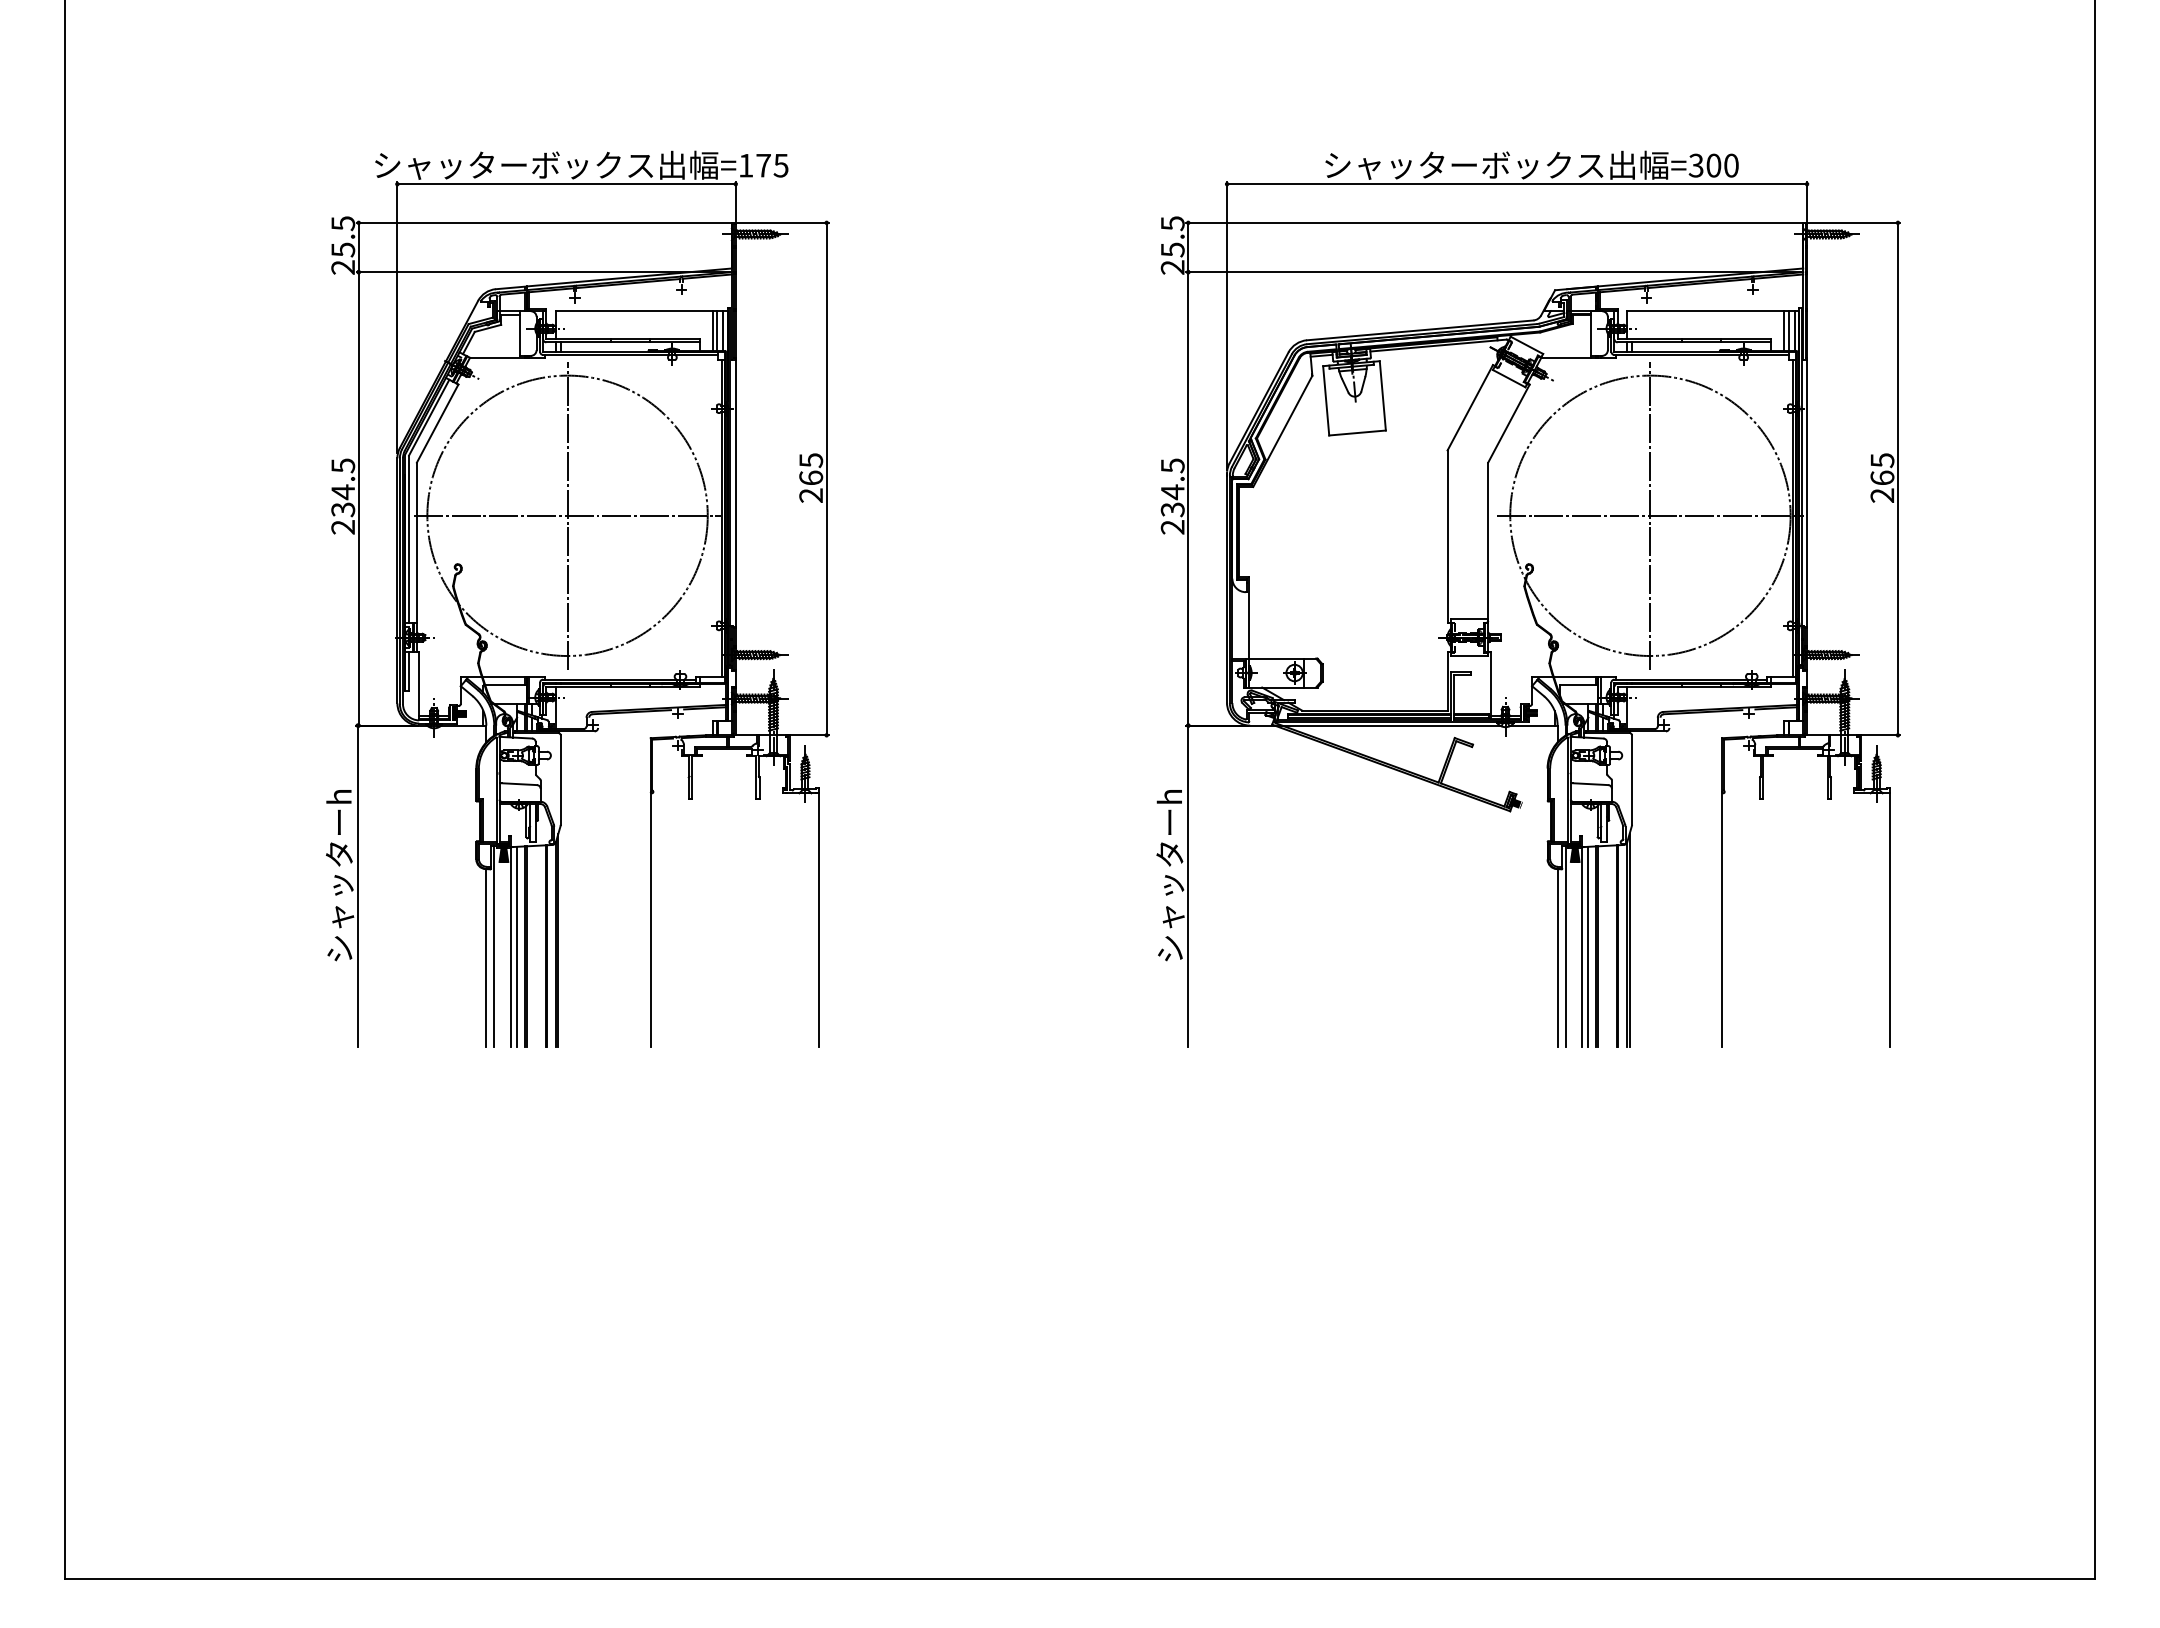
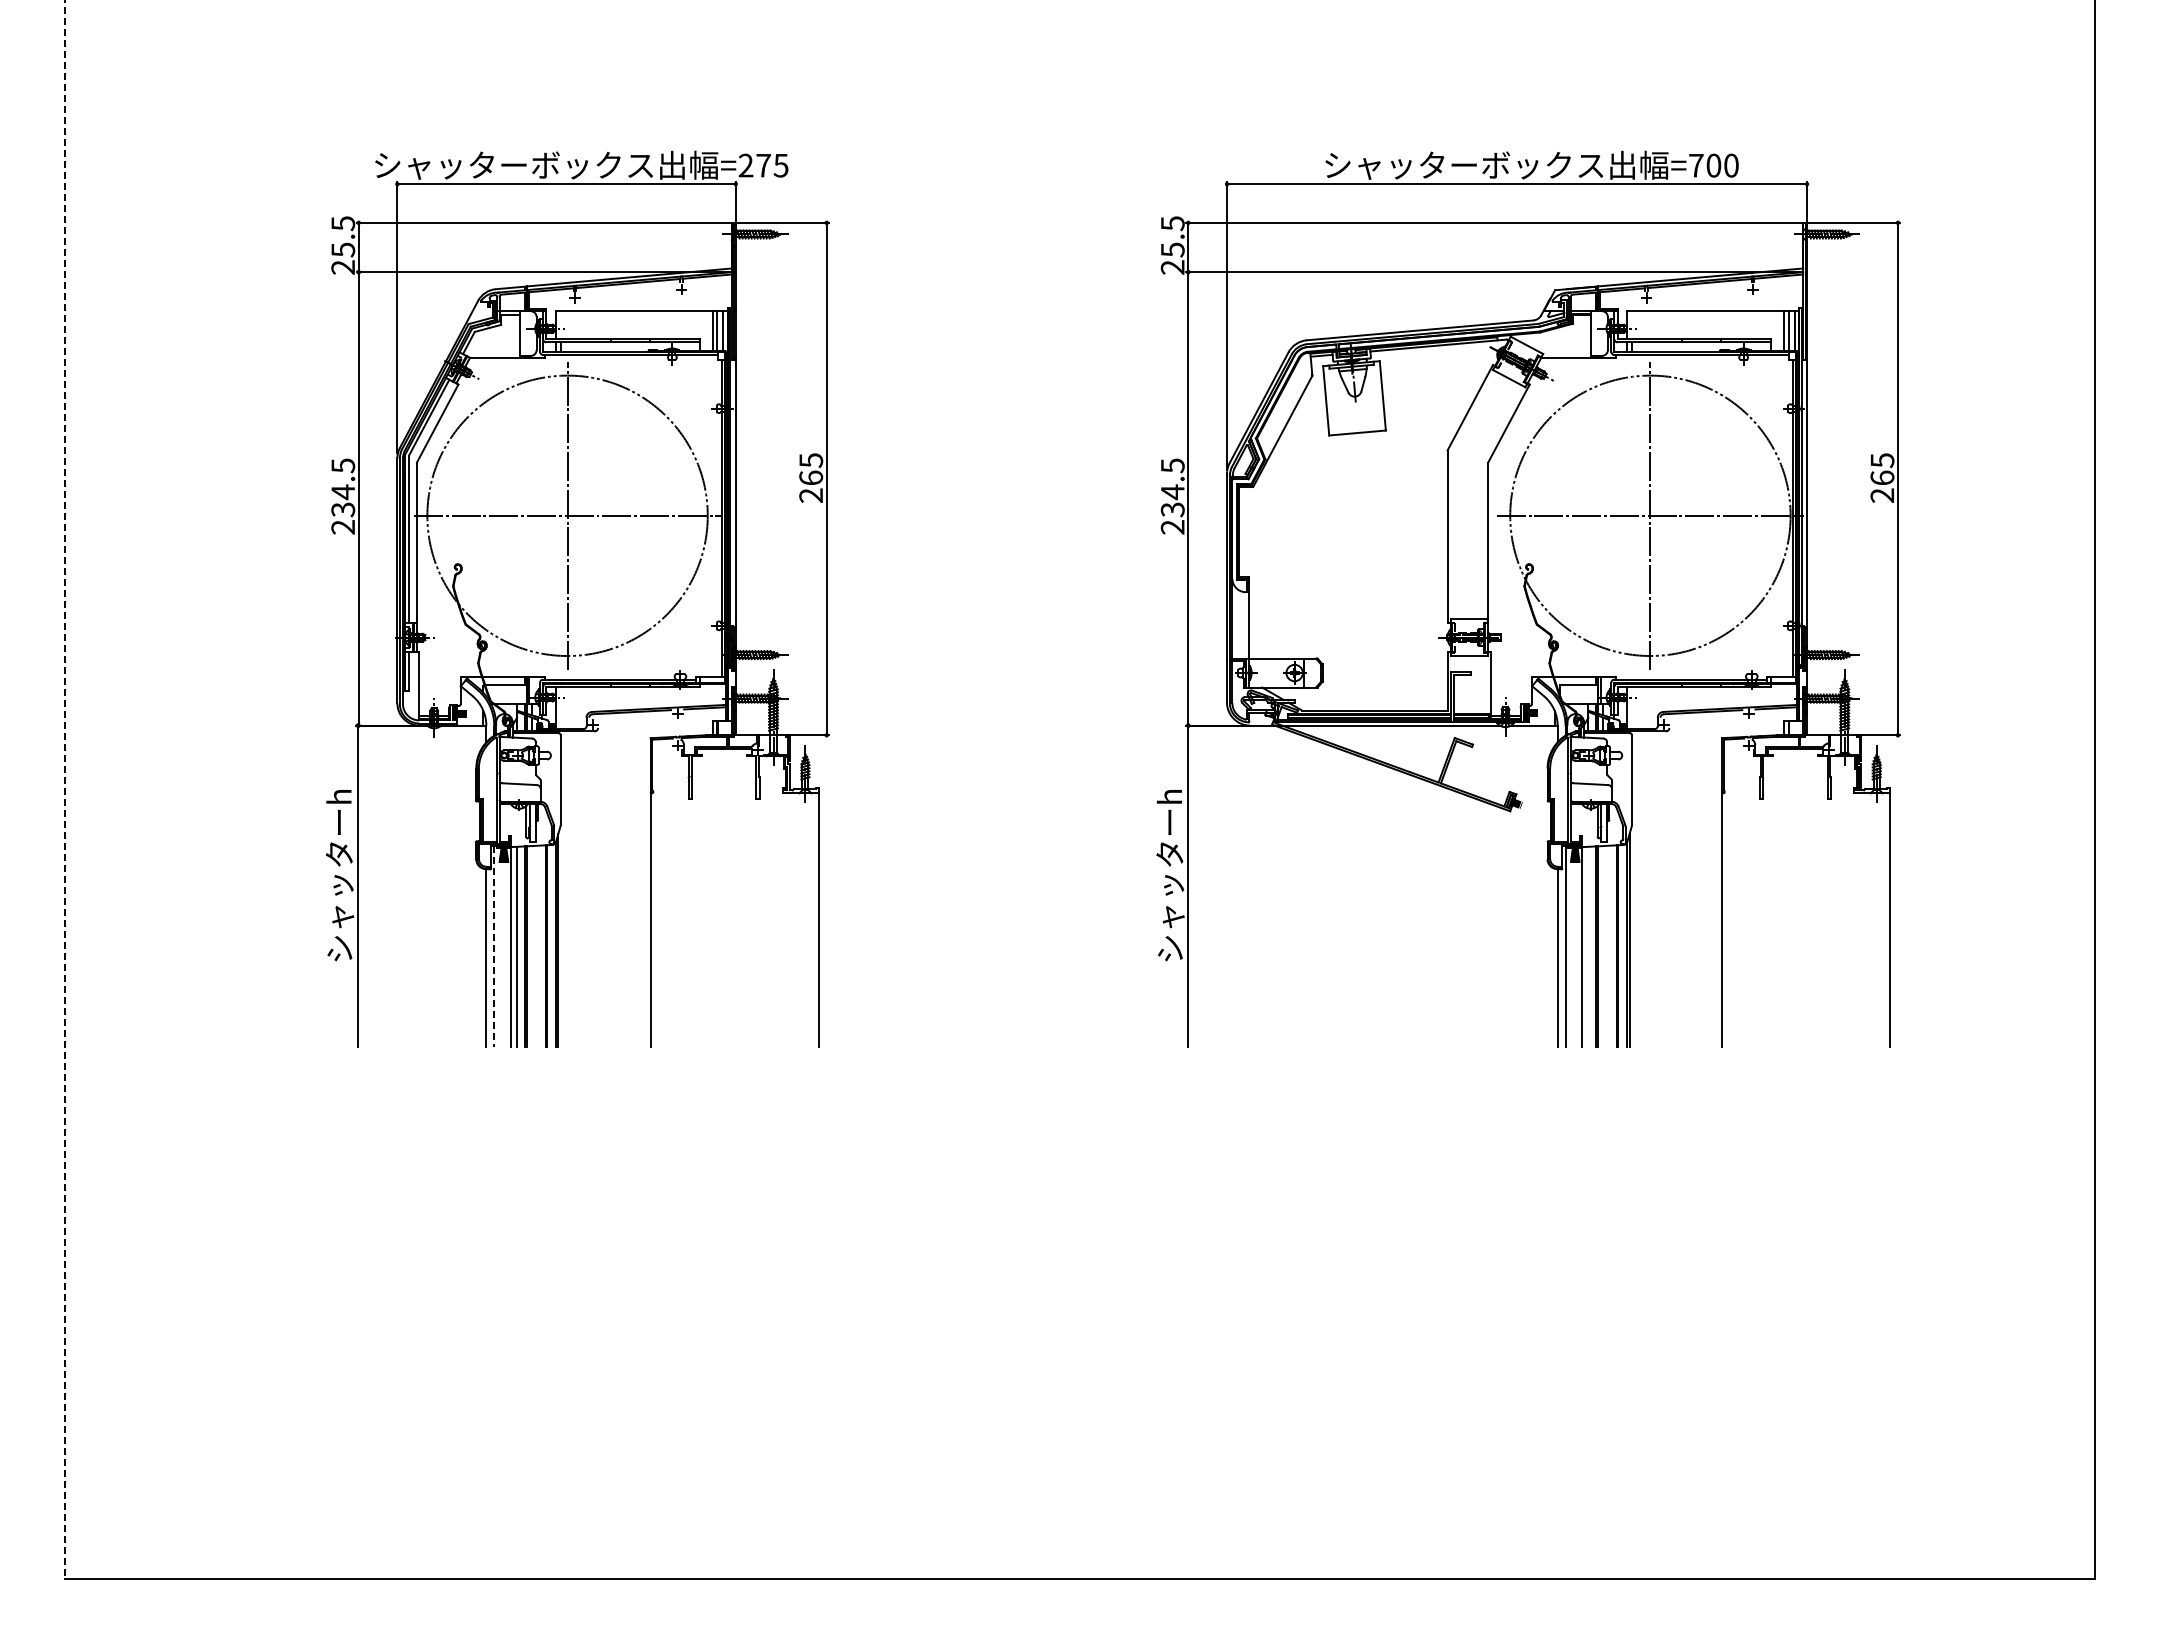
text at (745, 165): =175 -> =275
text at (1695, 165): =300 -> =700
line at (64, 790): solid -> dashed
line at (494, 946): solid -> dashed
line at (1588, 946): present -> none
